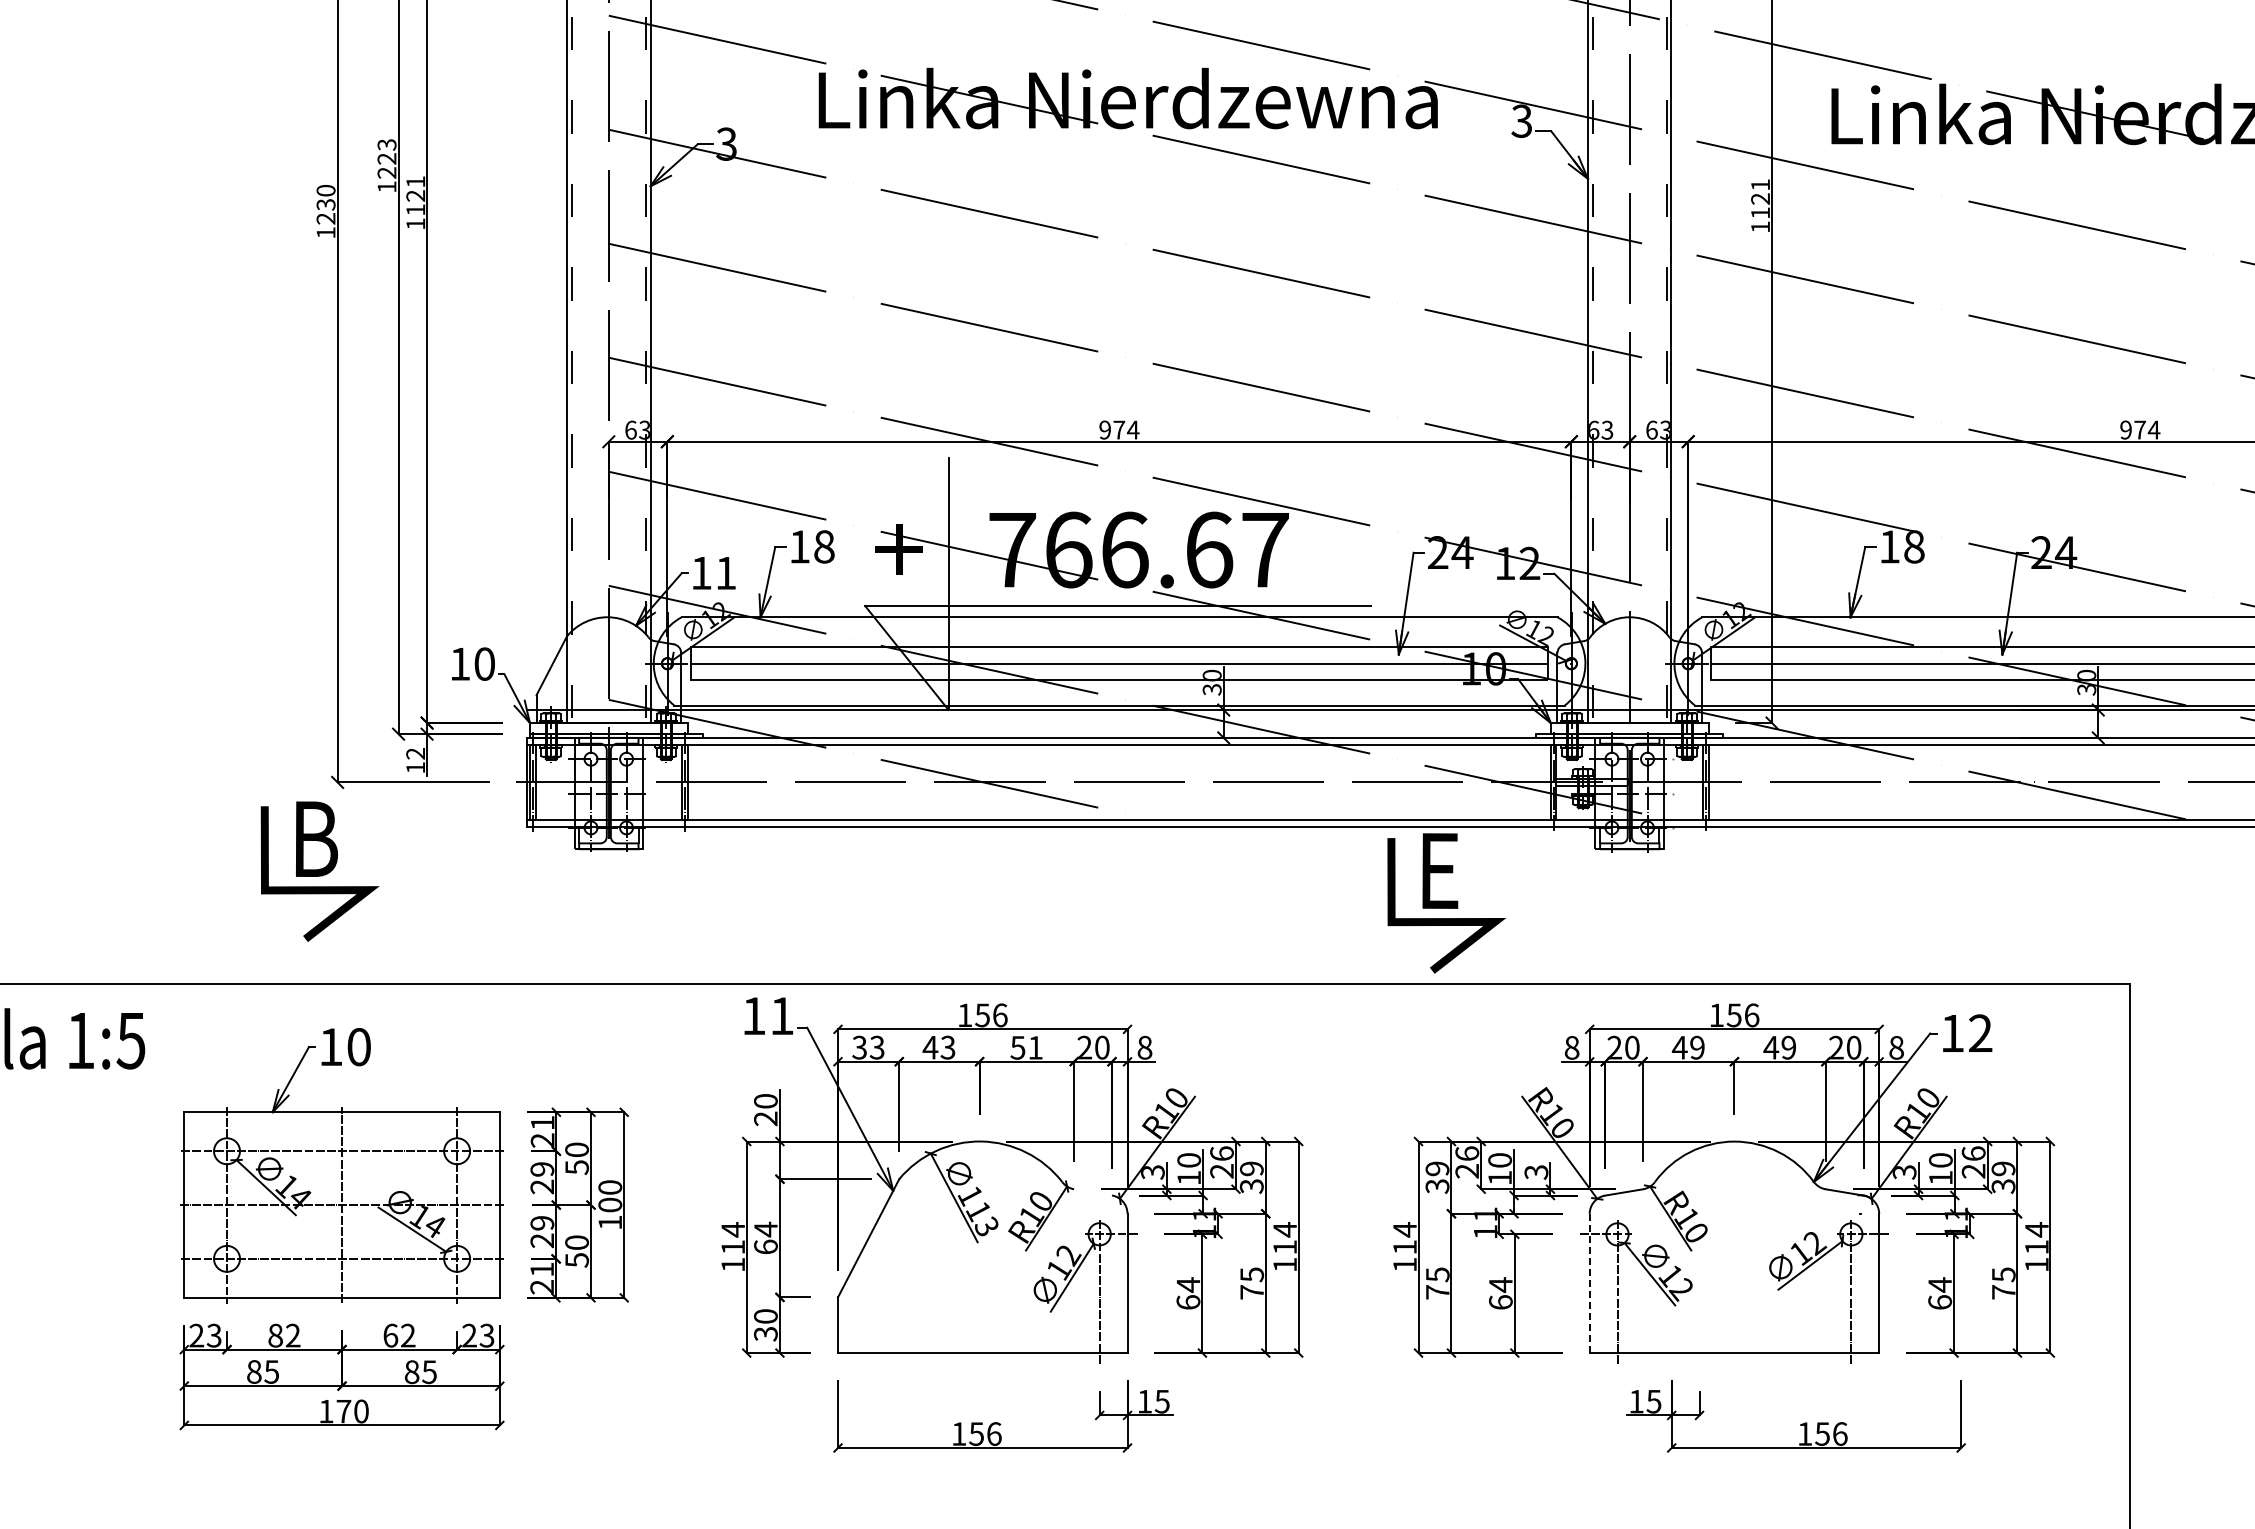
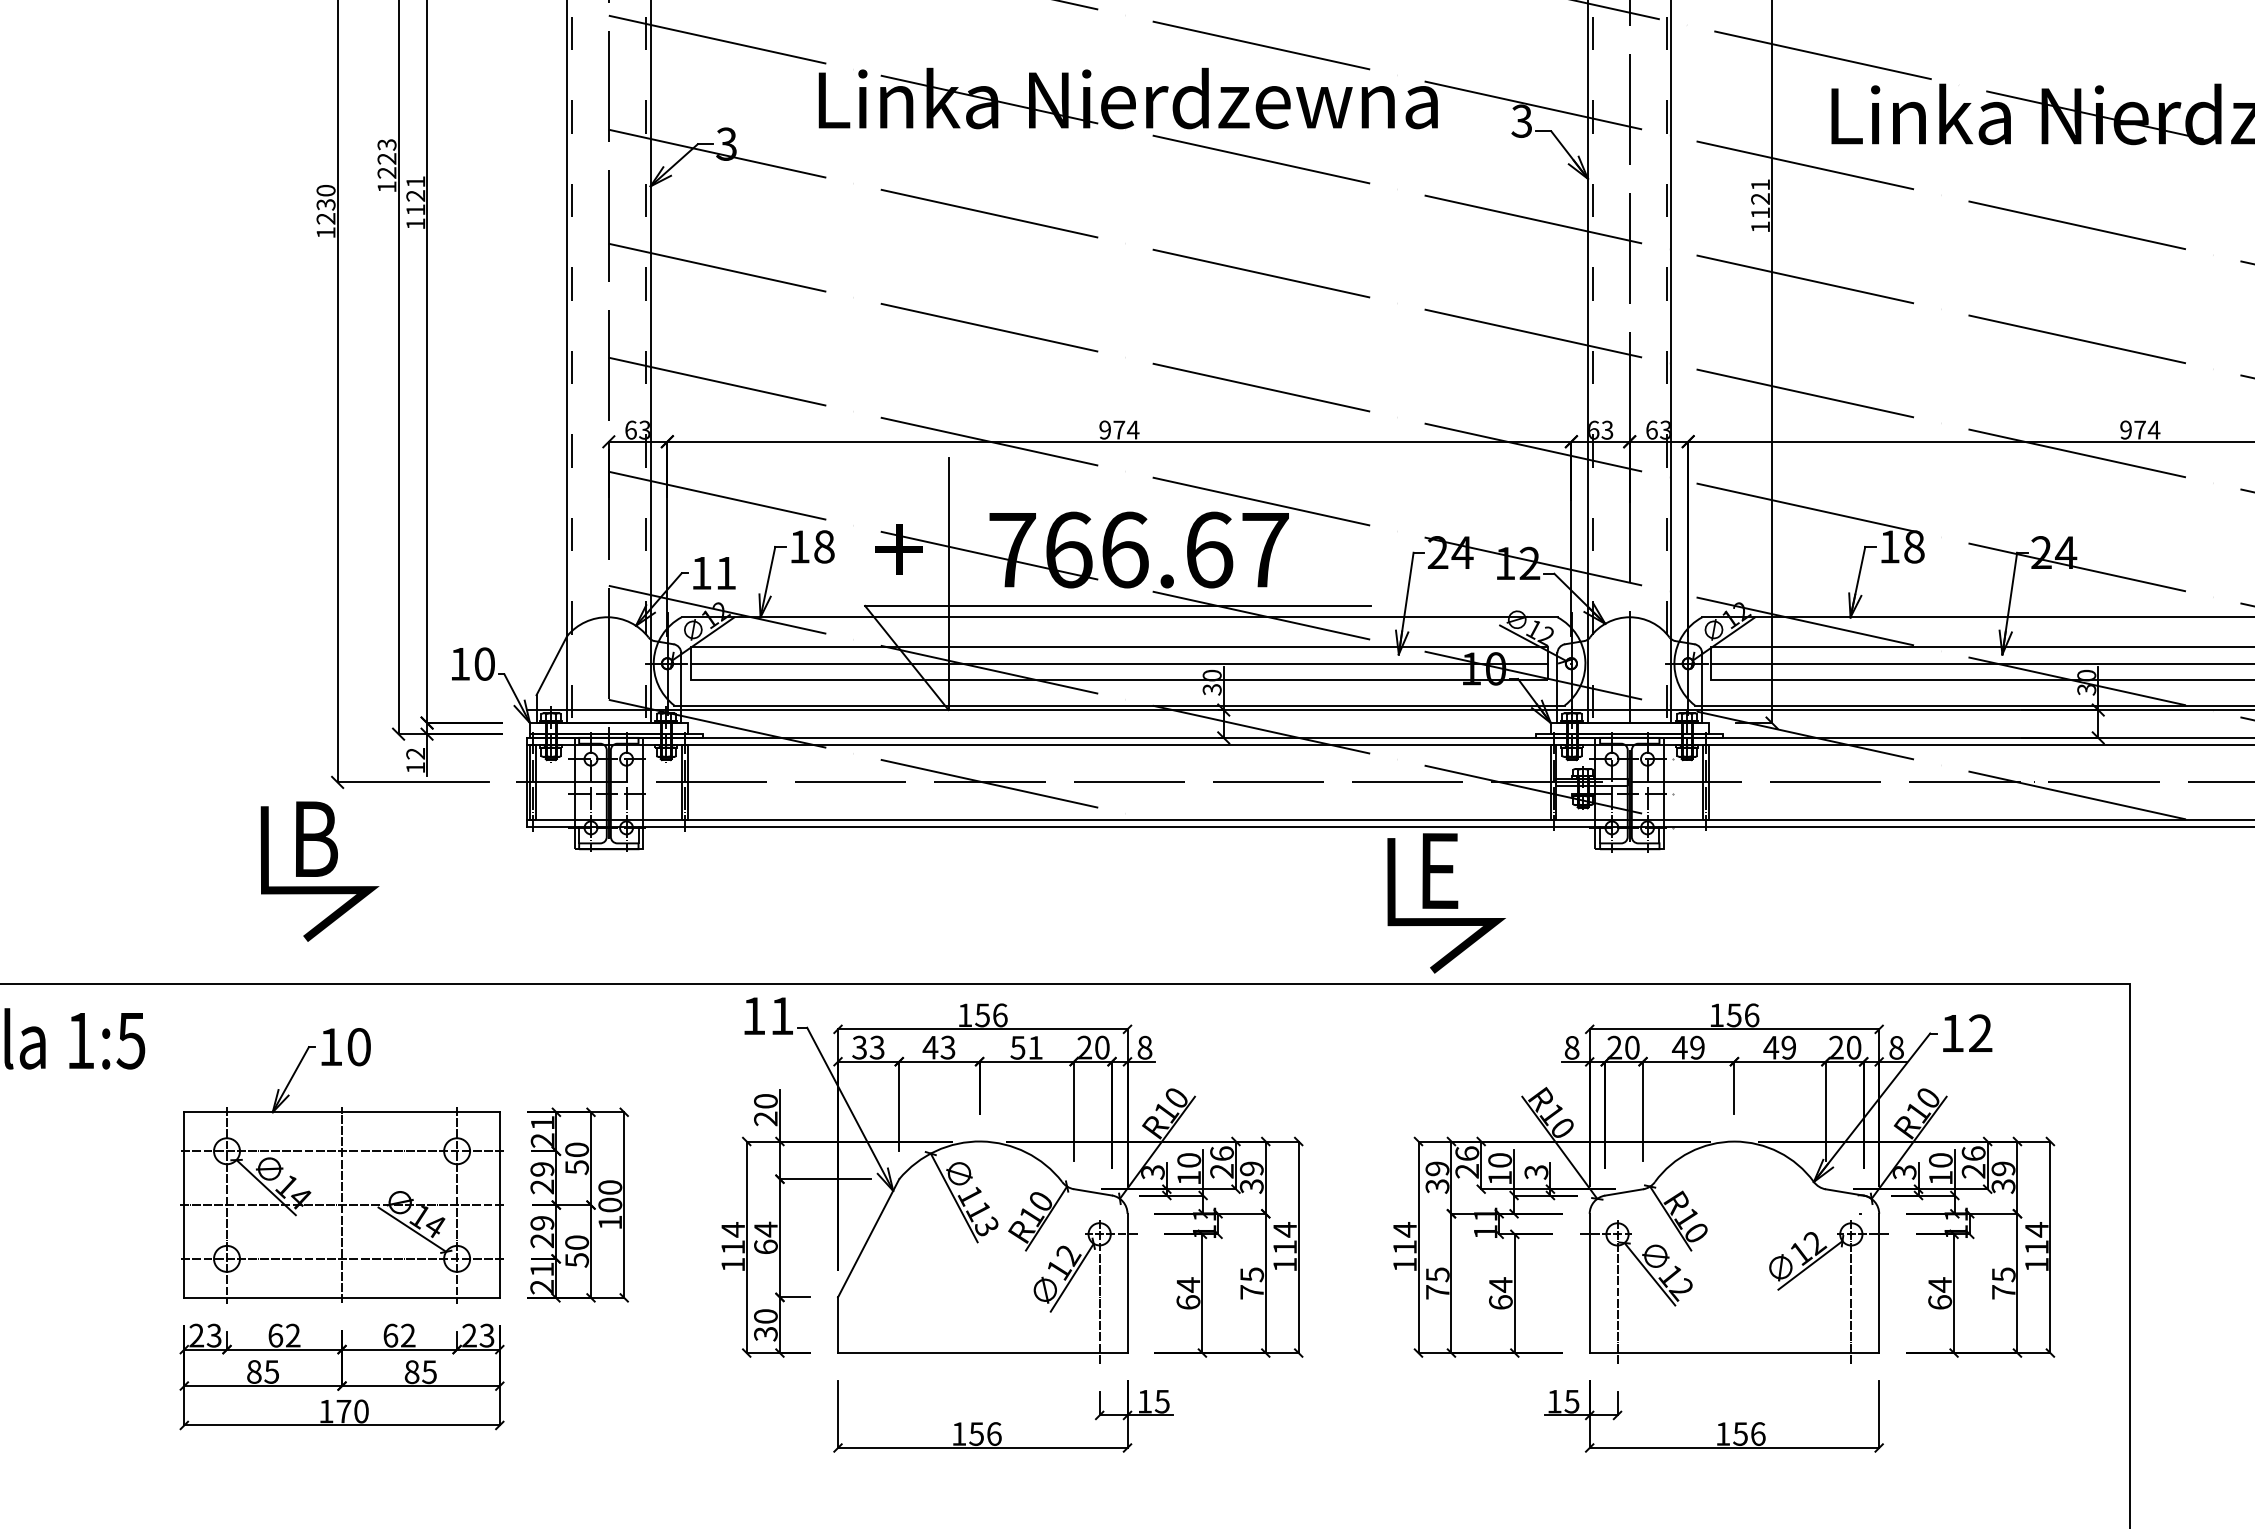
line at (1093, 1192): none -> present
line at (1589, 1283): dashed -> solid
text at (275, 1335): 82 -> 62
part at (1801, 1423) position: (1801, 1423) -> (1719, 1423)
